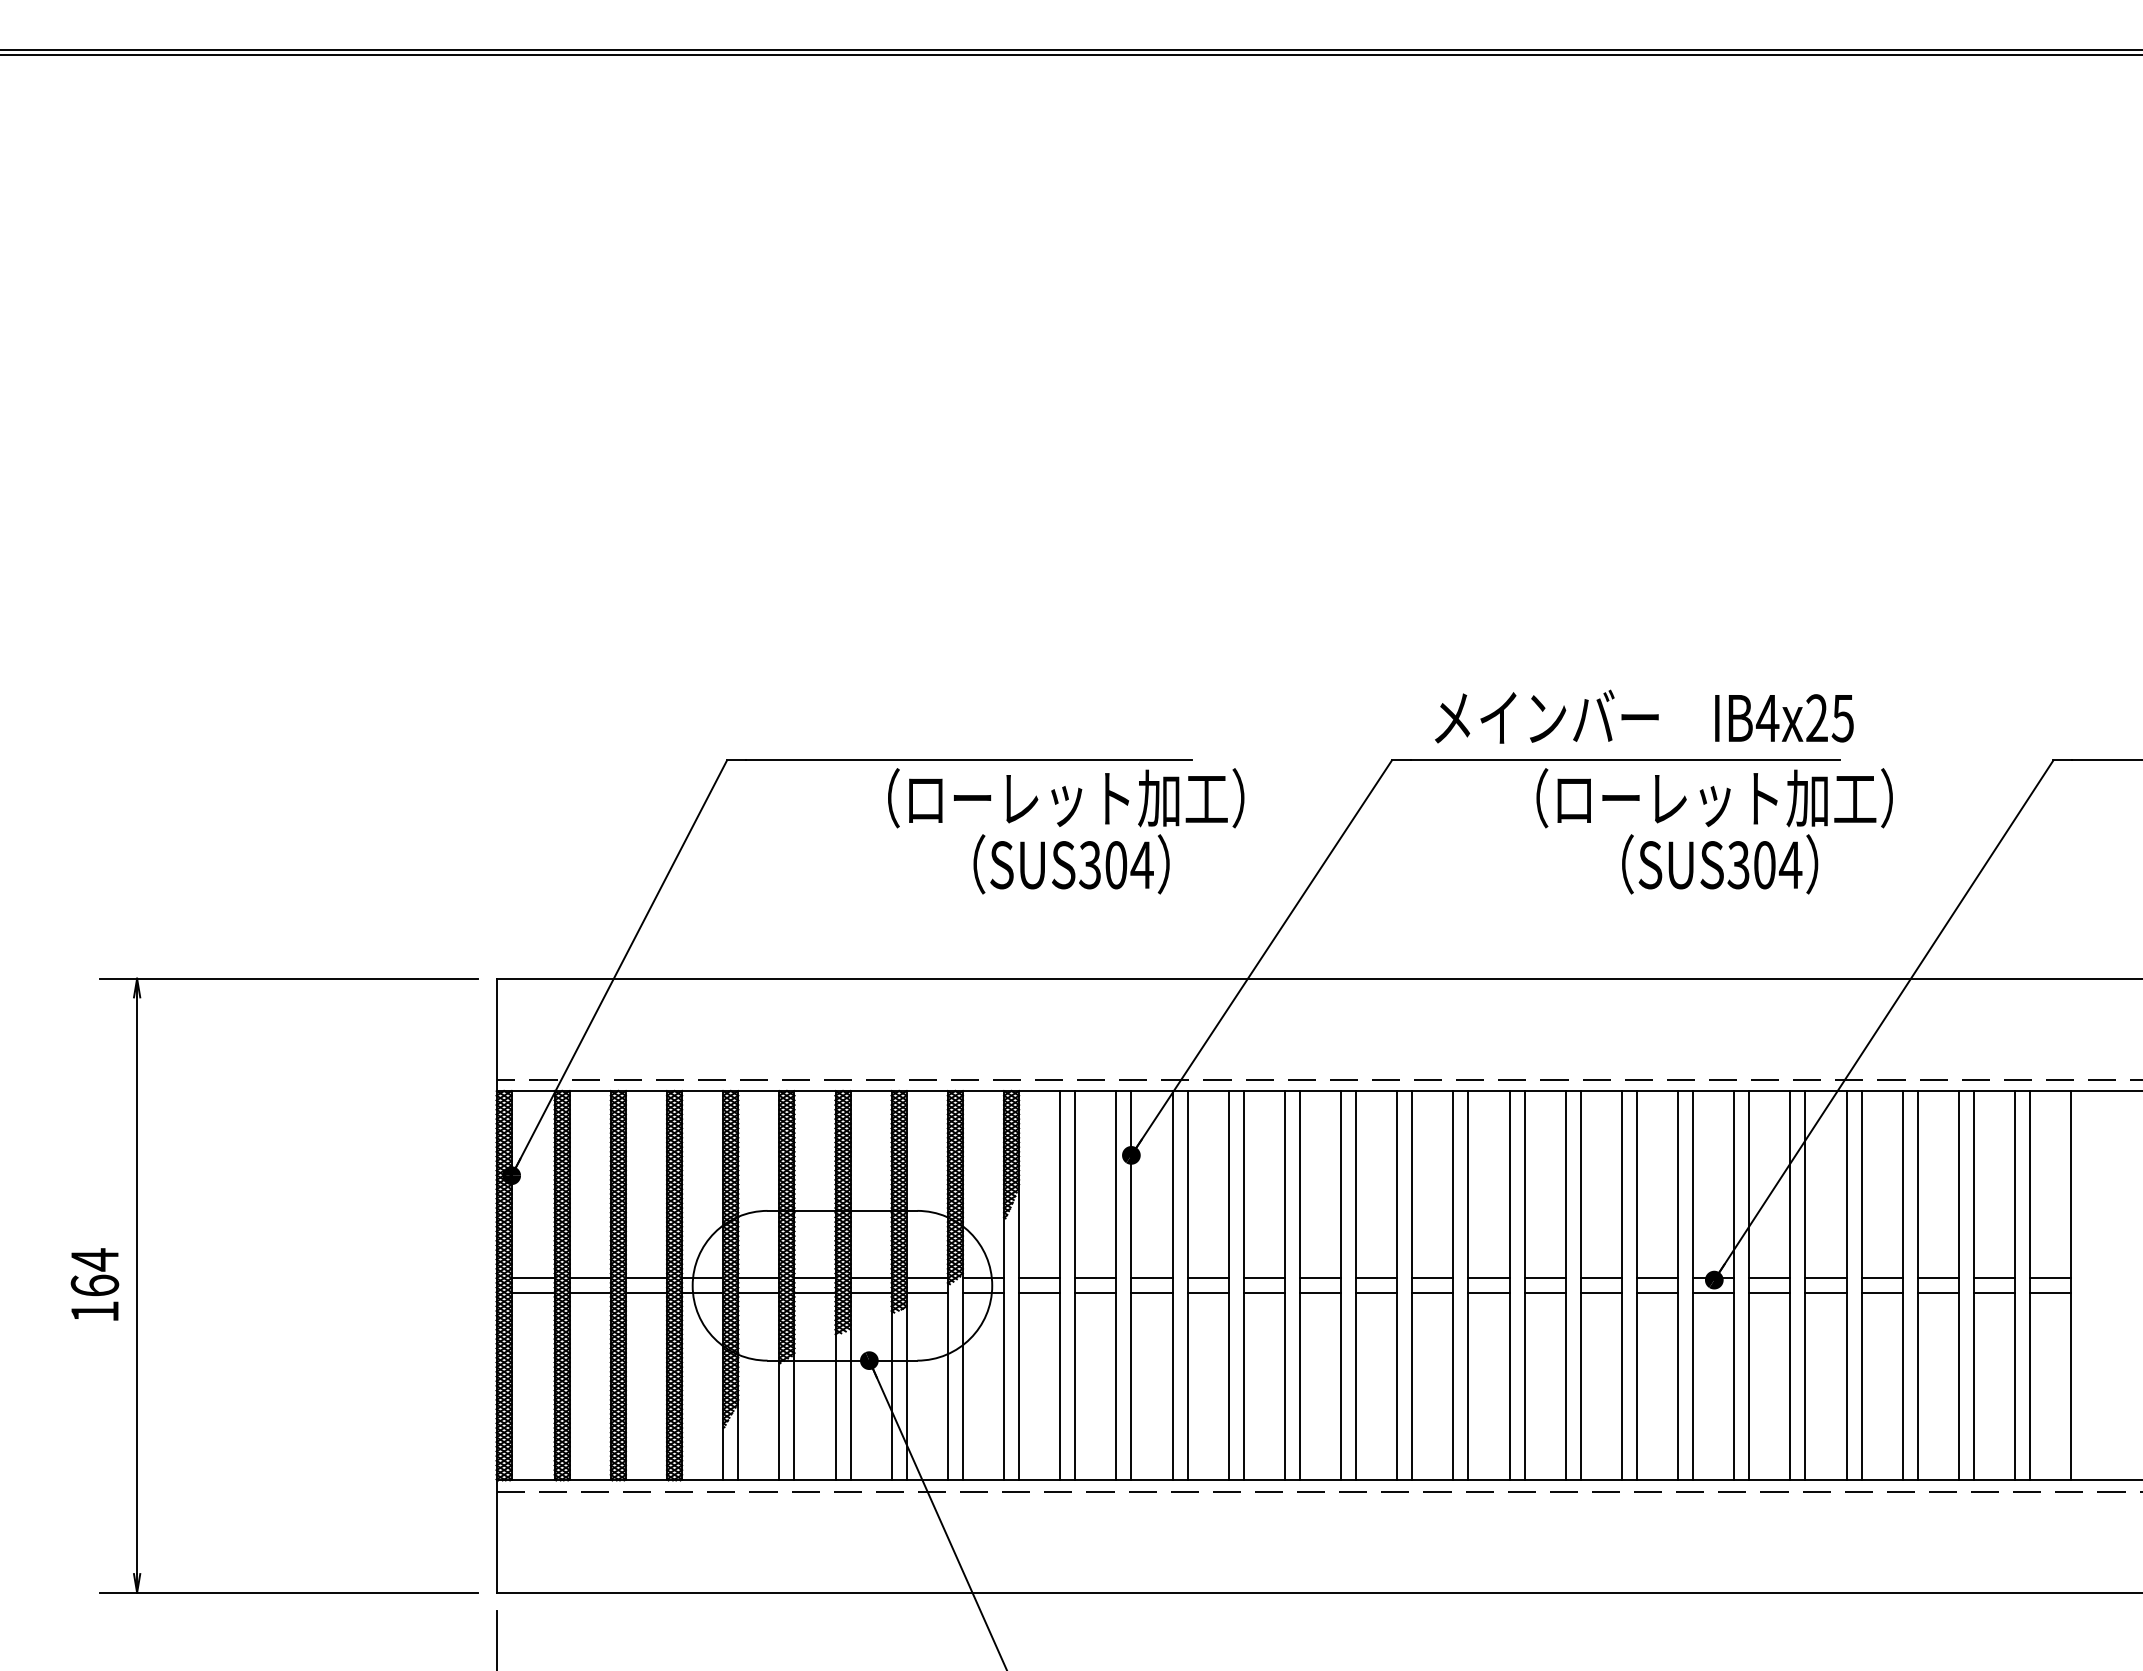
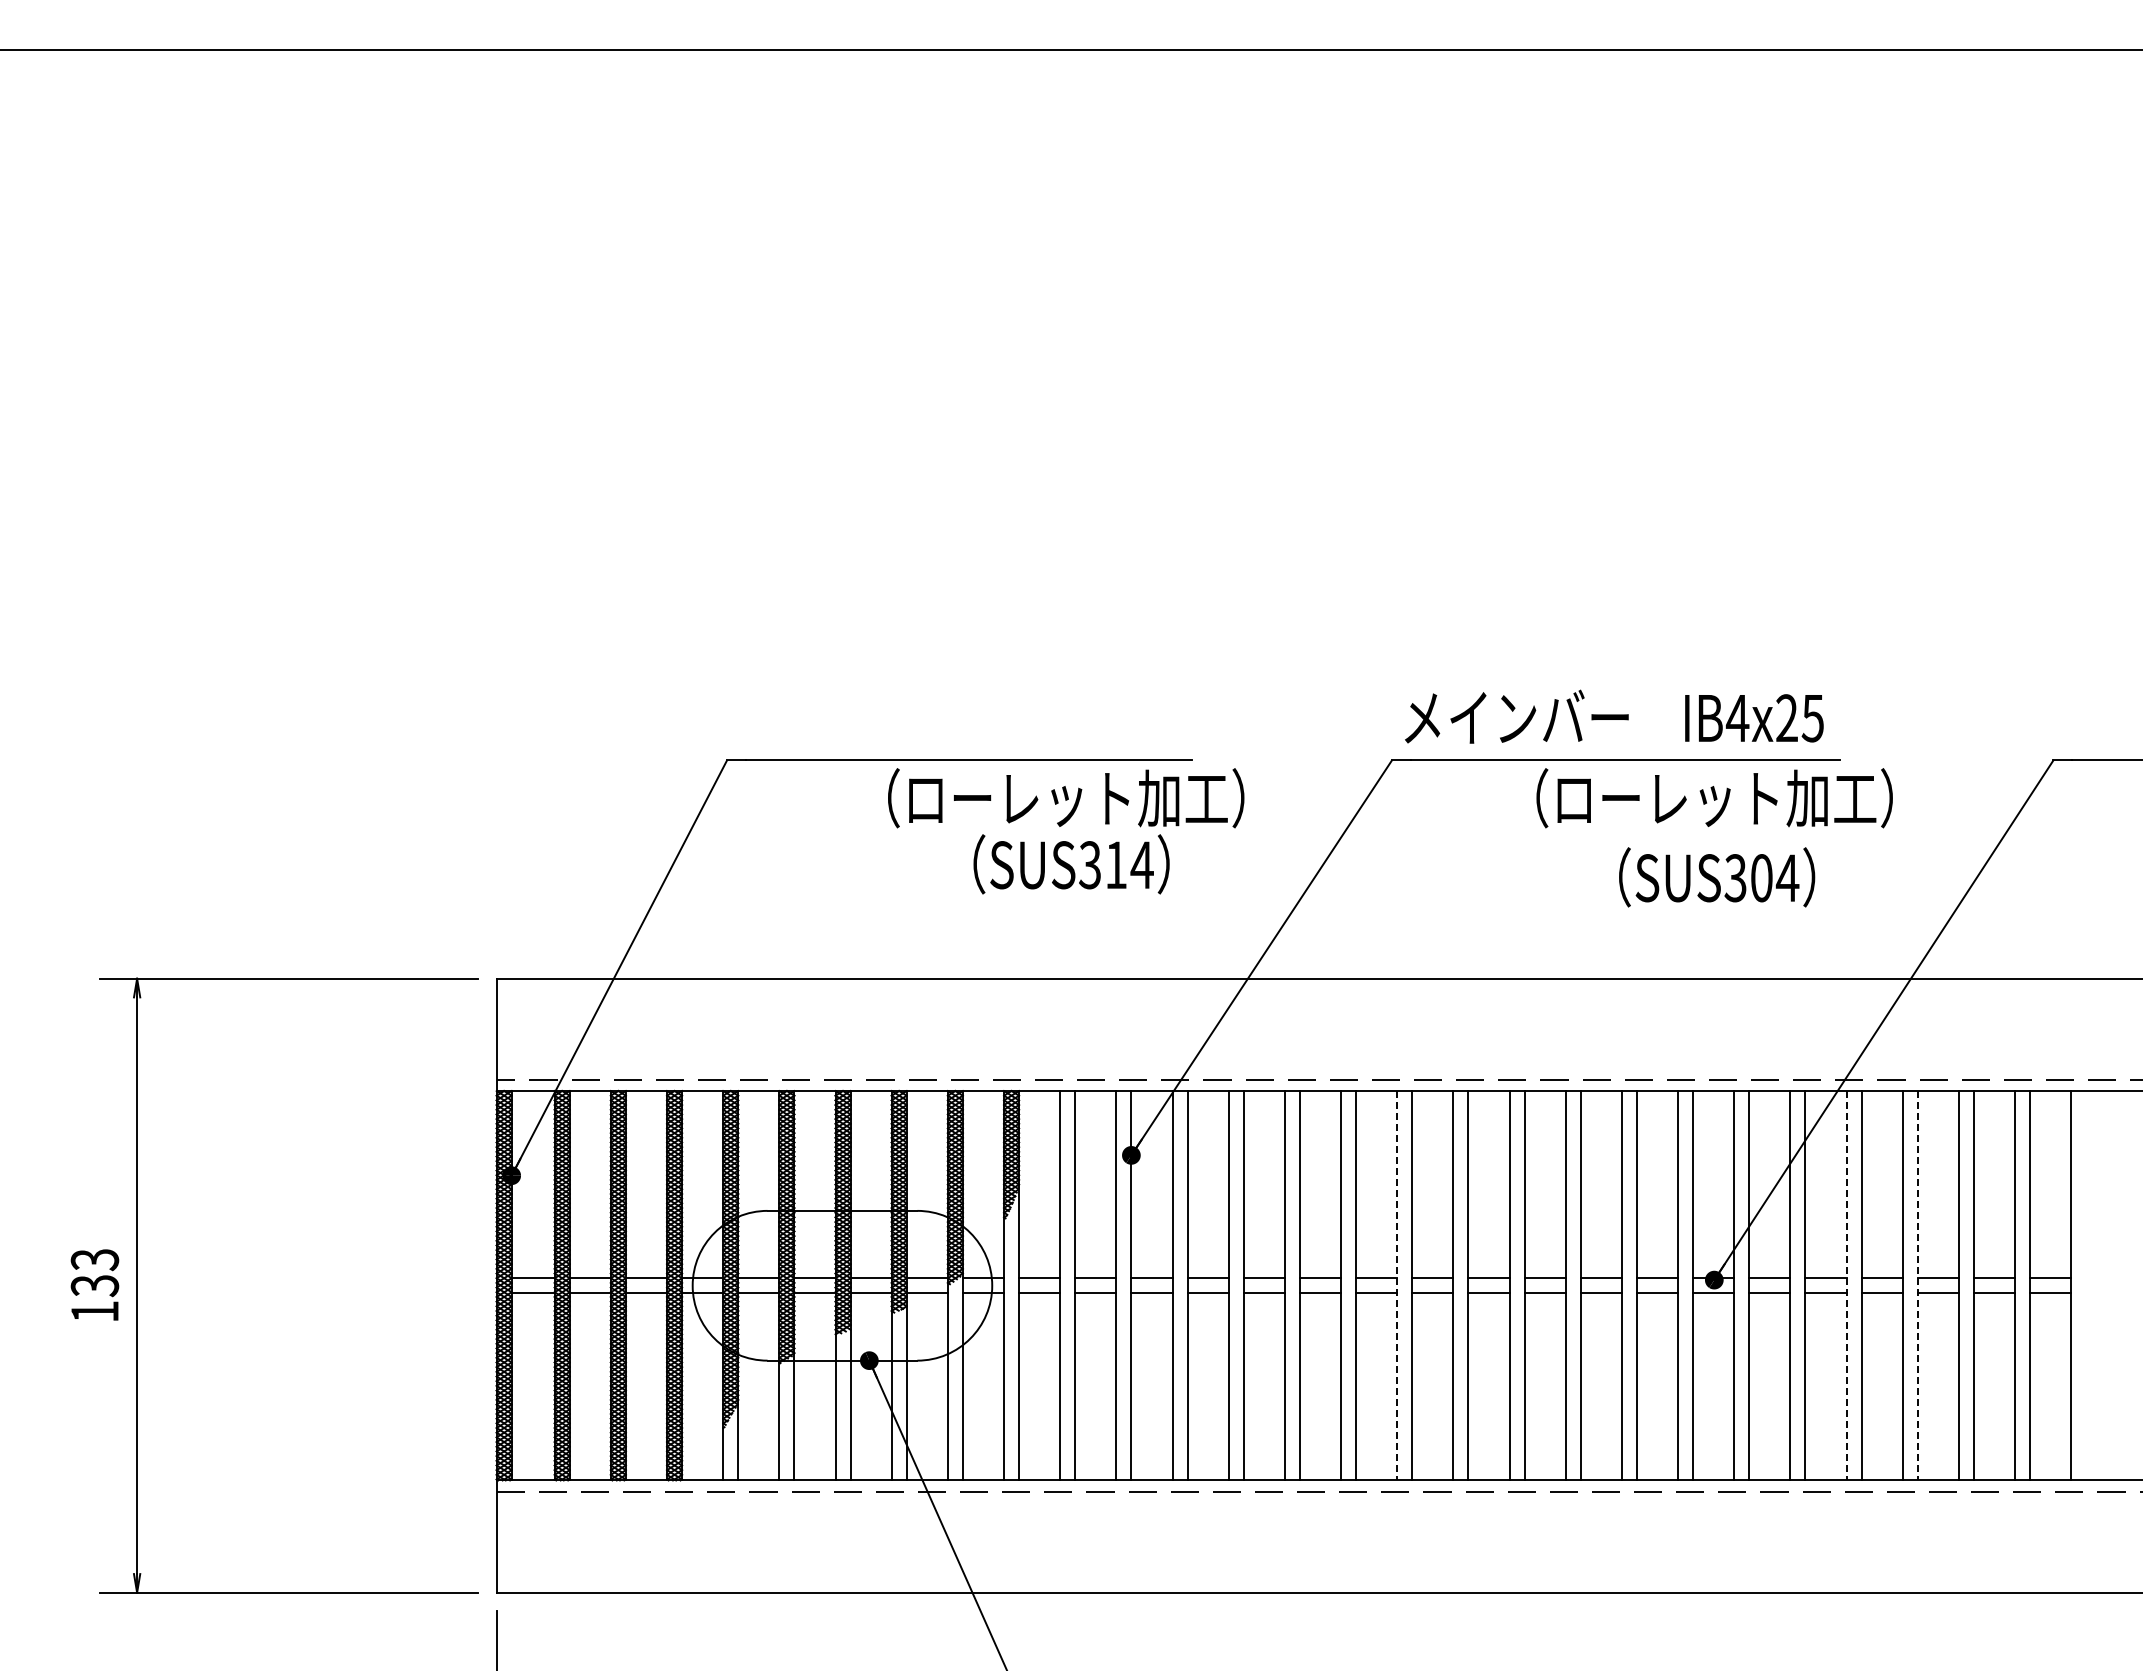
line at (1070, 54): present -> none
text at (1644, 716) position: (1644, 716) -> (1614, 716)
text at (1720, 864) position: (1720, 864) -> (1717, 877)
text at (1116, 865): SUS304 -> SUS314
text at (94, 1272): 164 -> 133
line at (1397, 1285): solid -> dashed
line at (1846, 1285): solid -> dashed
line at (1917, 1285): solid -> dashed
